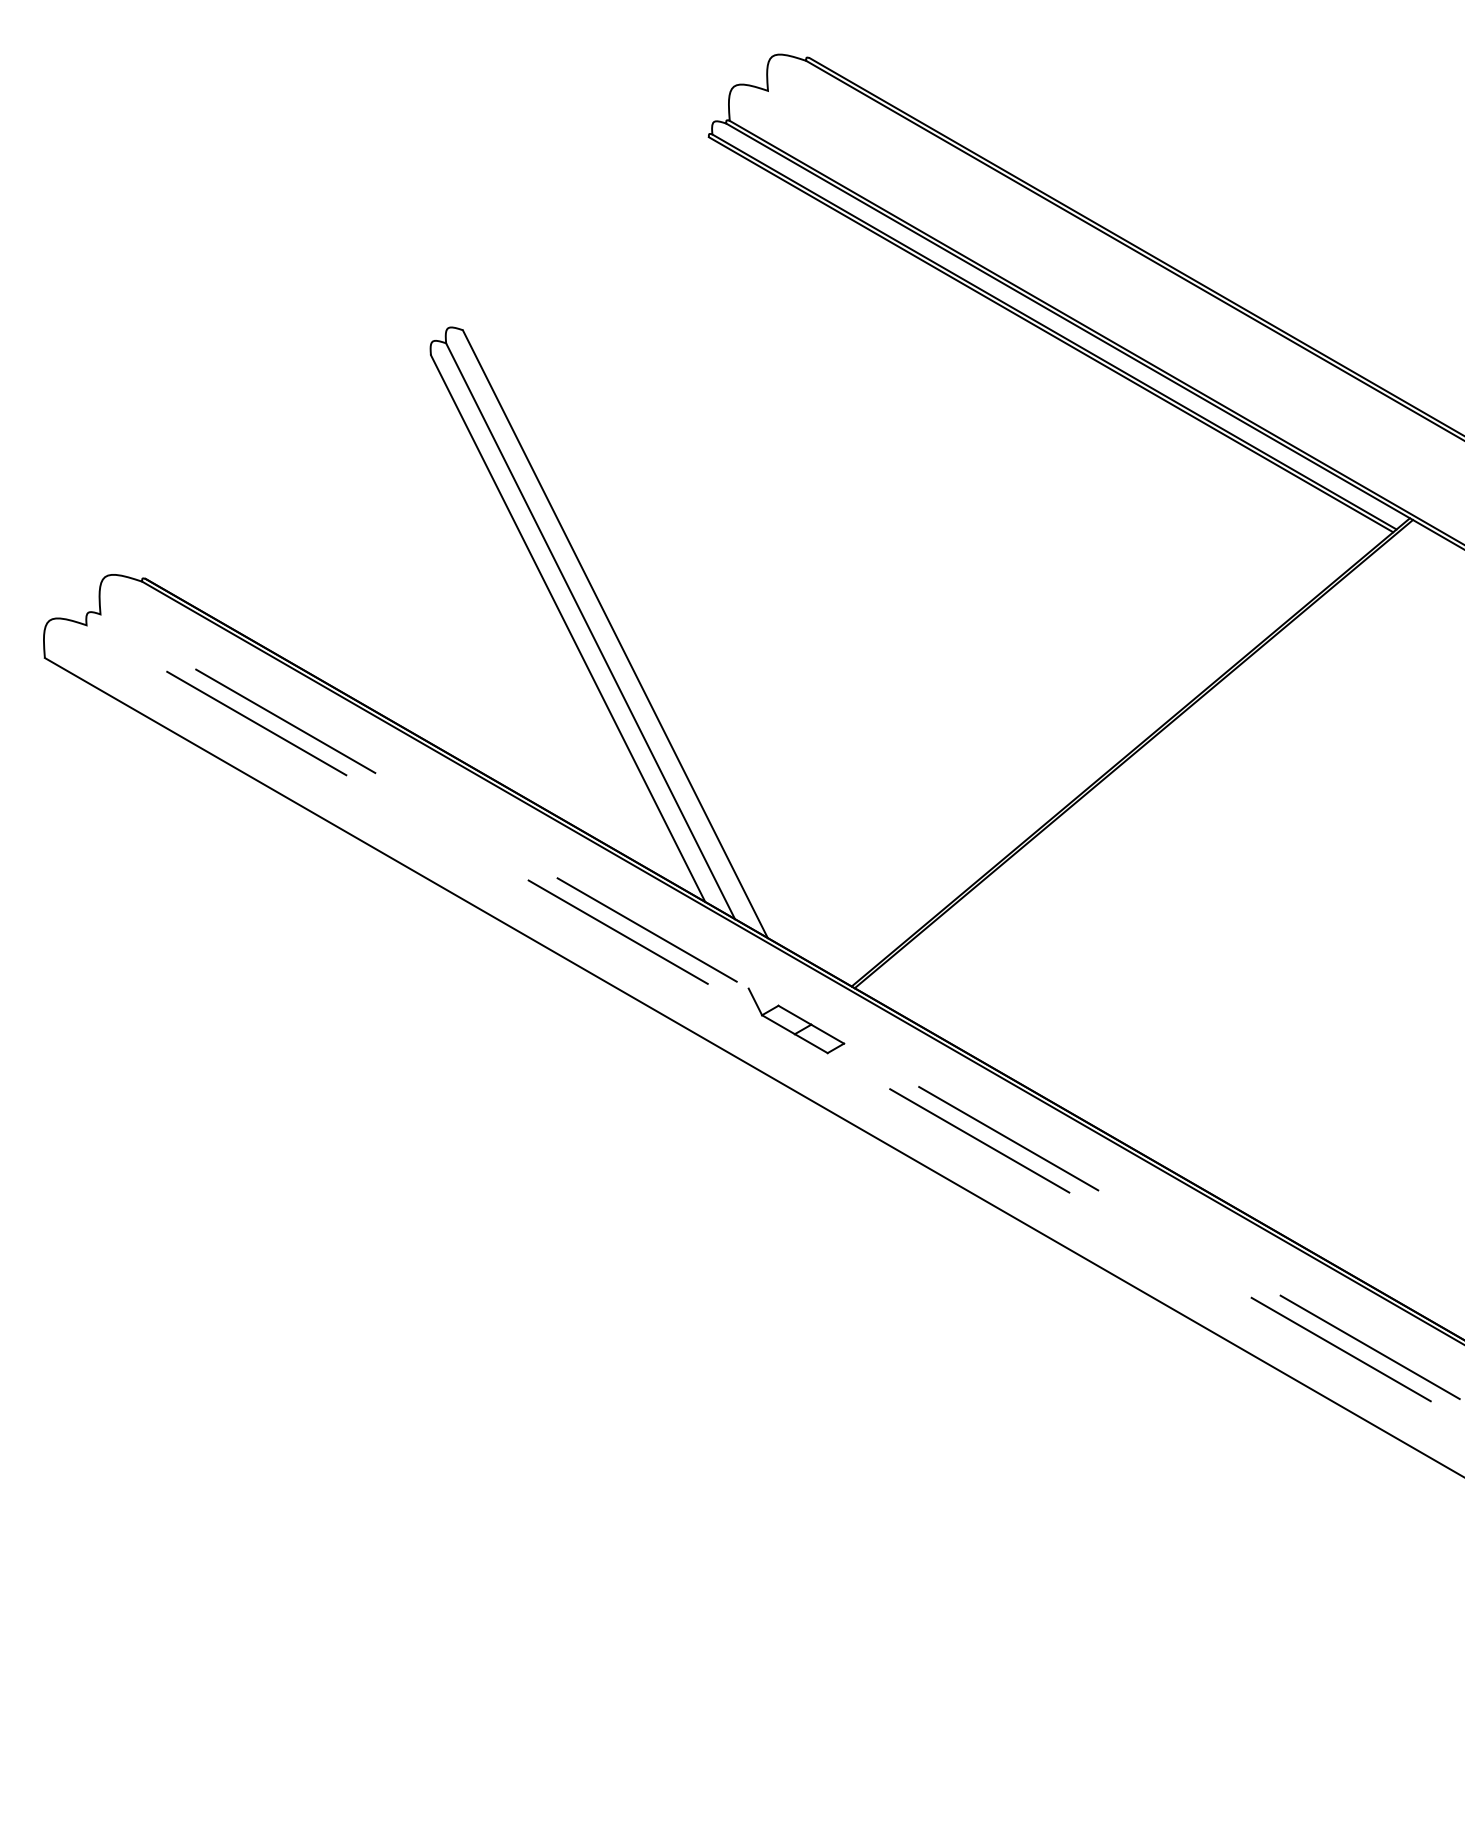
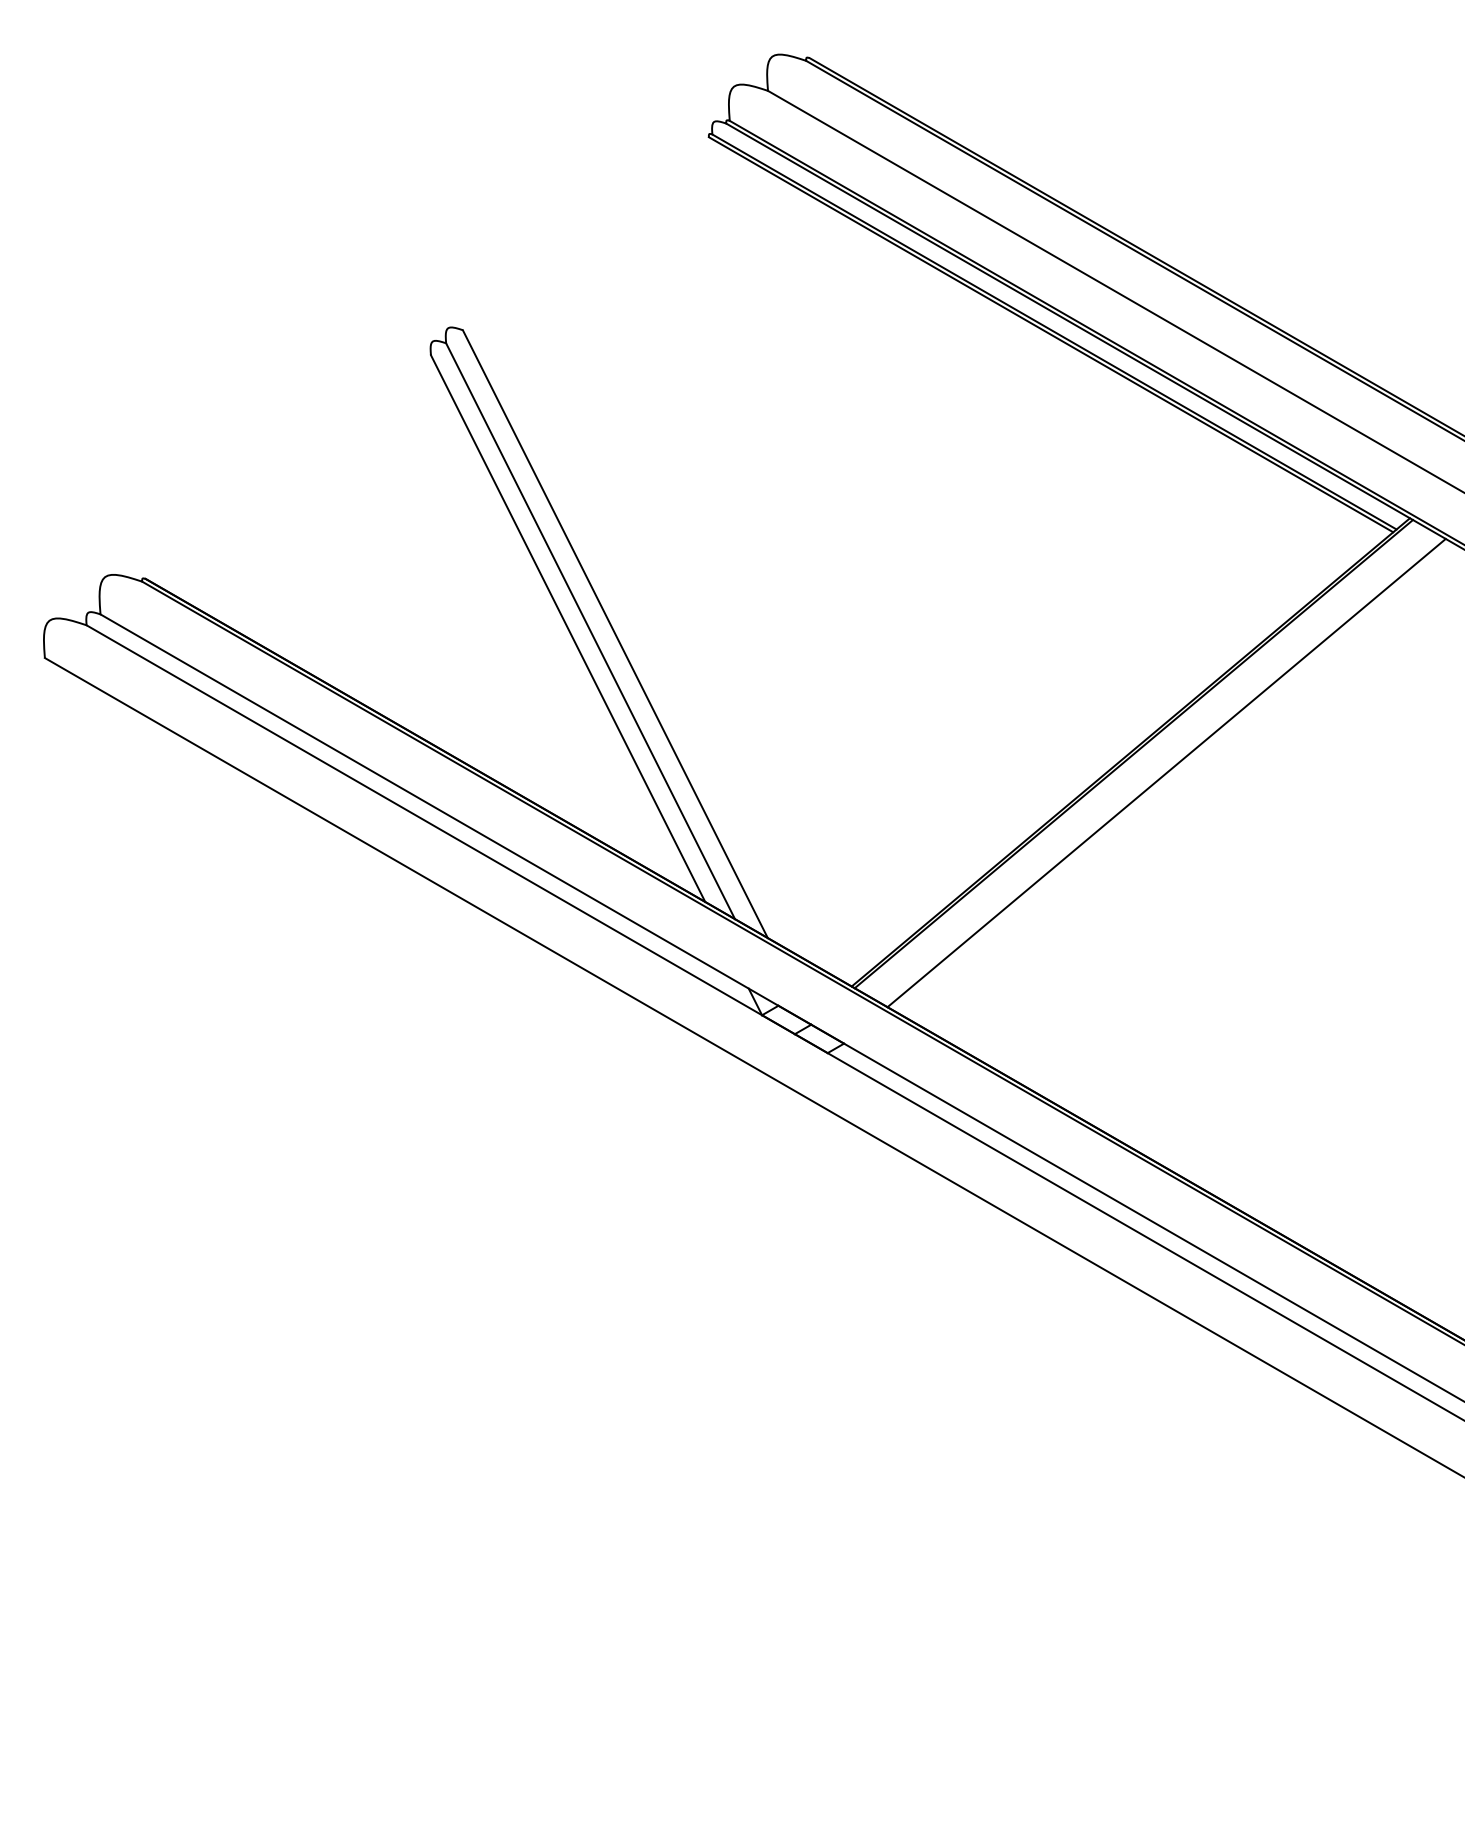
line at (1114, 290): none -> present
line at (1166, 772): none -> present
line at (782, 1007): dashed -> solid
line at (775, 1022): dashed -> solid
